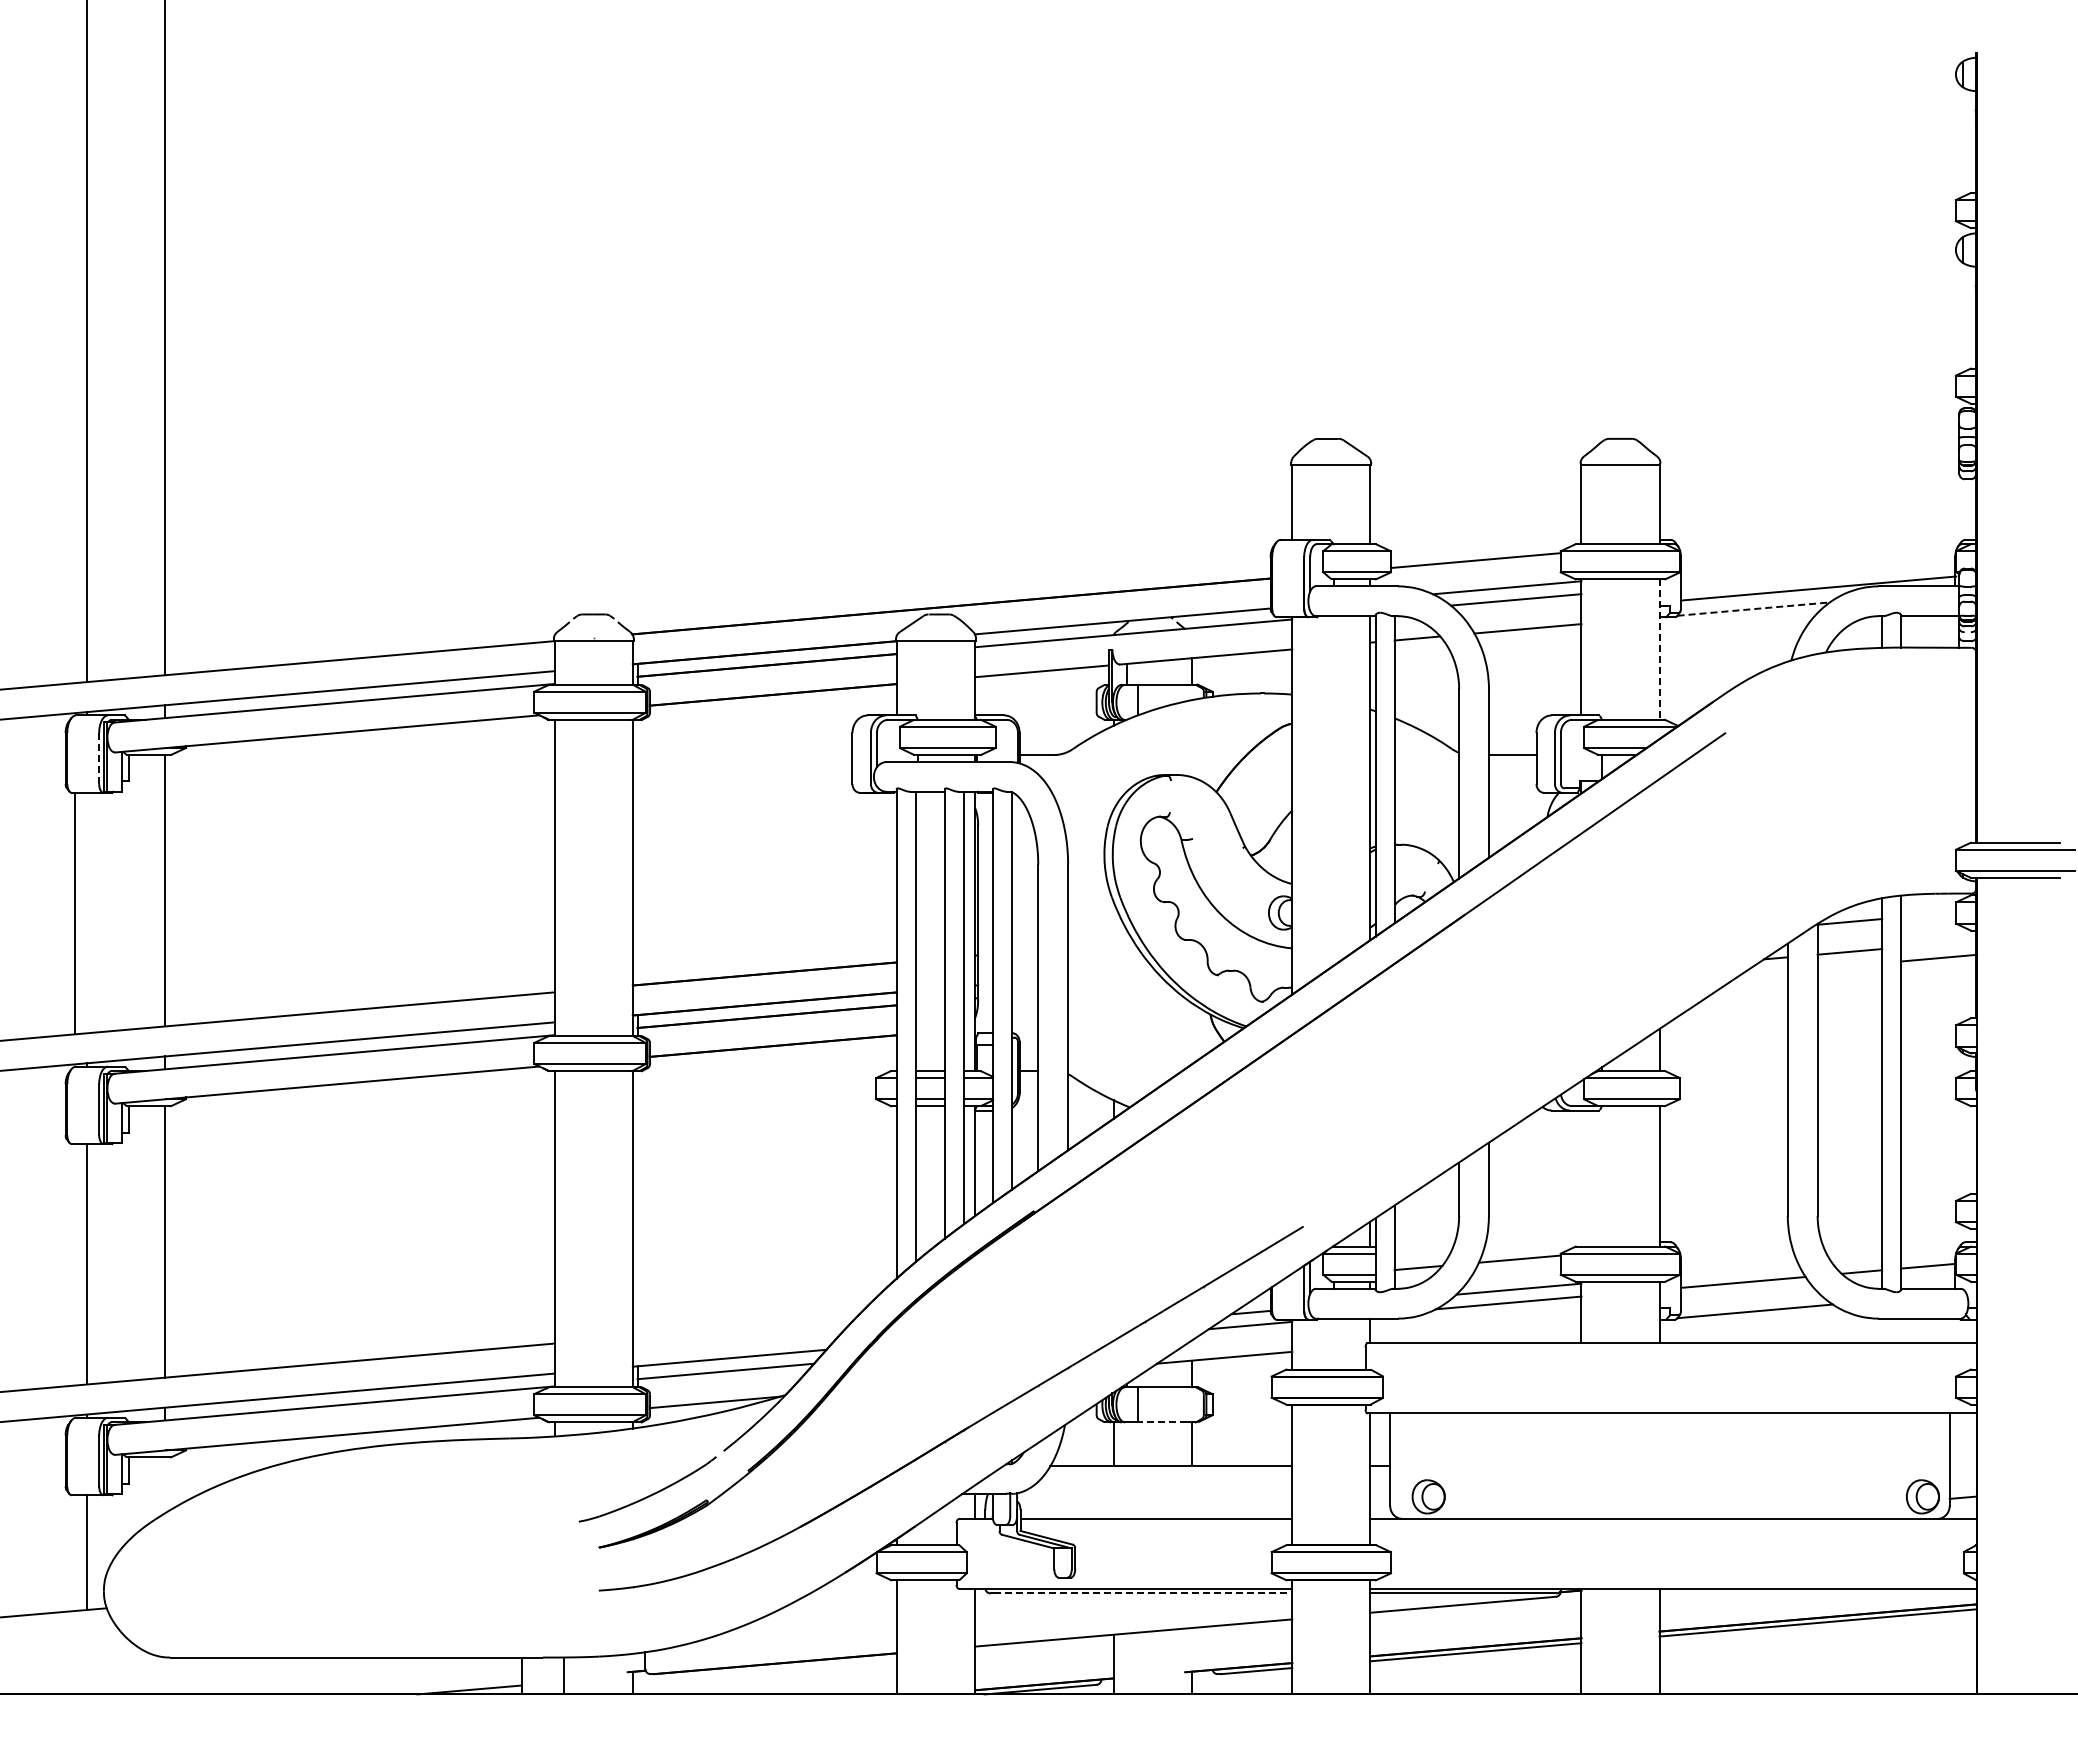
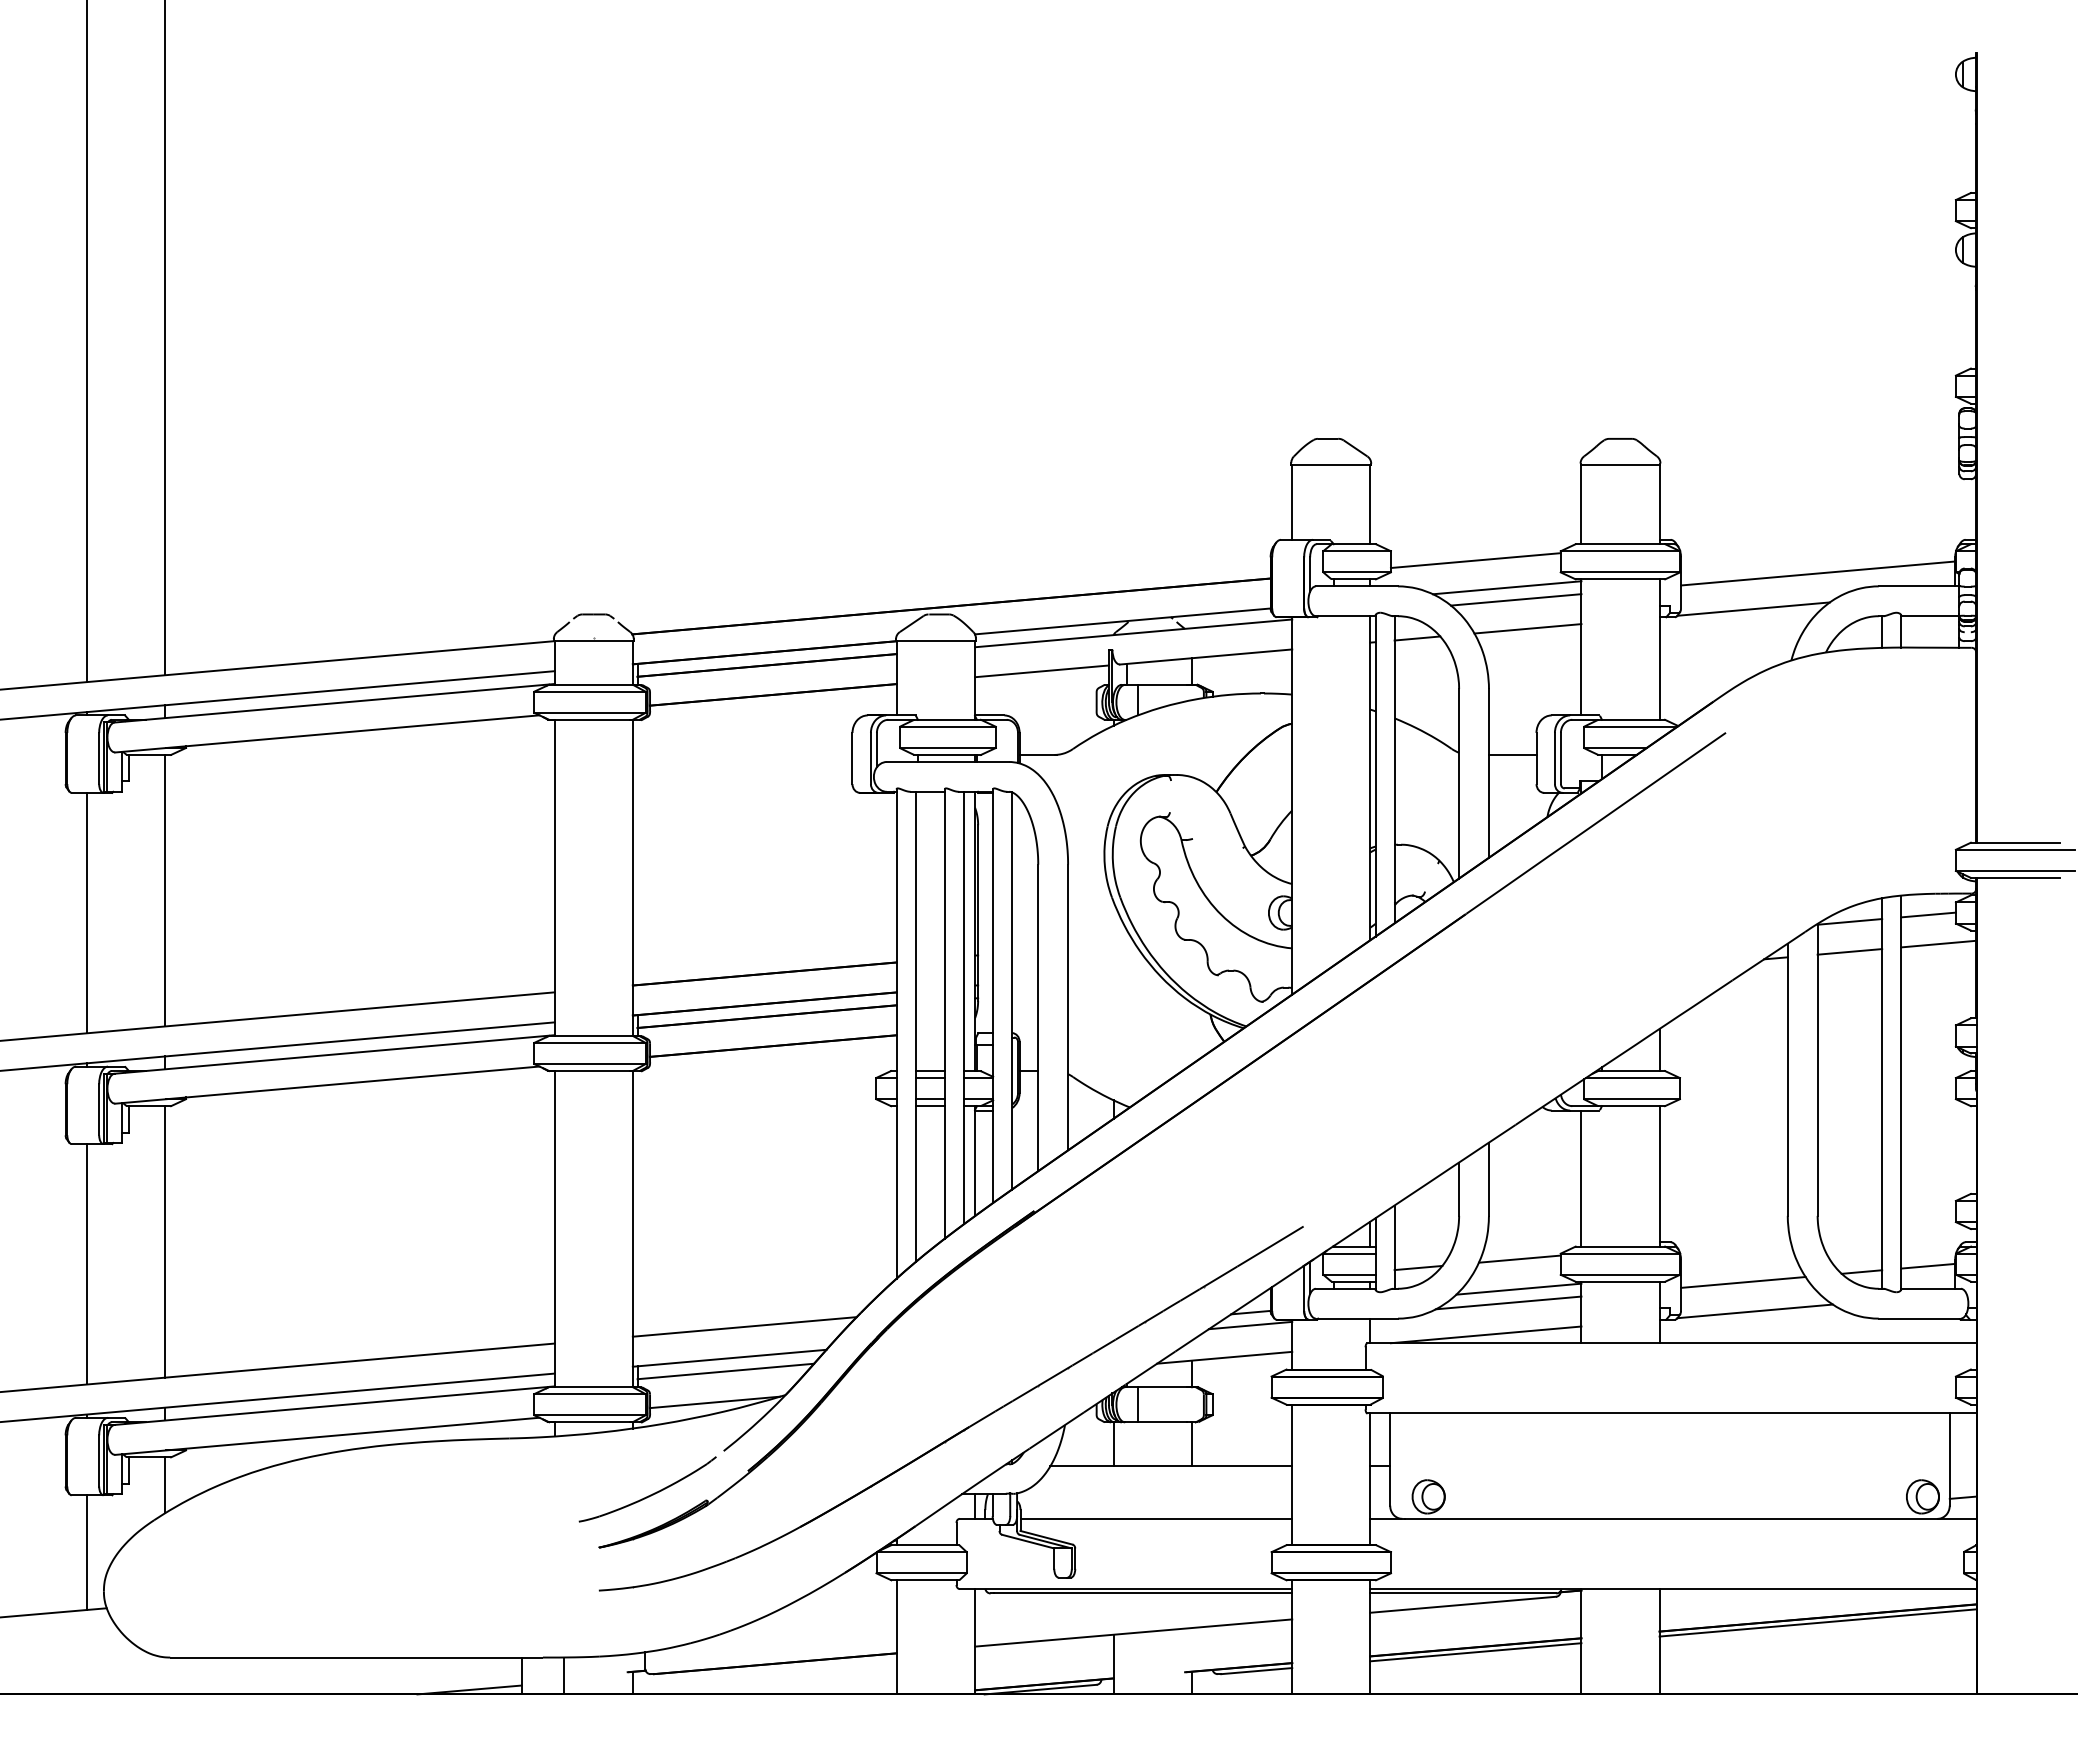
line at (1819, 588) position: (1819, 588) -> (1818, 573)
line at (1754, 609): dashed -> solid
line at (1659, 650): dashed -> solid
line at (99, 758): dashed -> solid
line at (75, 912) position: (75, 912) -> (87, 912)
line at (1928, 914): none -> present
line at (1939, 957) position: (1939, 957) -> (1938, 943)
line at (1581, 1178): none -> present
line at (744, 1326): none -> present
line at (1486, 1334): none -> present
line at (1162, 1422): dashed -> solid
line at (165, 1485): none -> present
line at (1143, 1593): dashed -> solid
